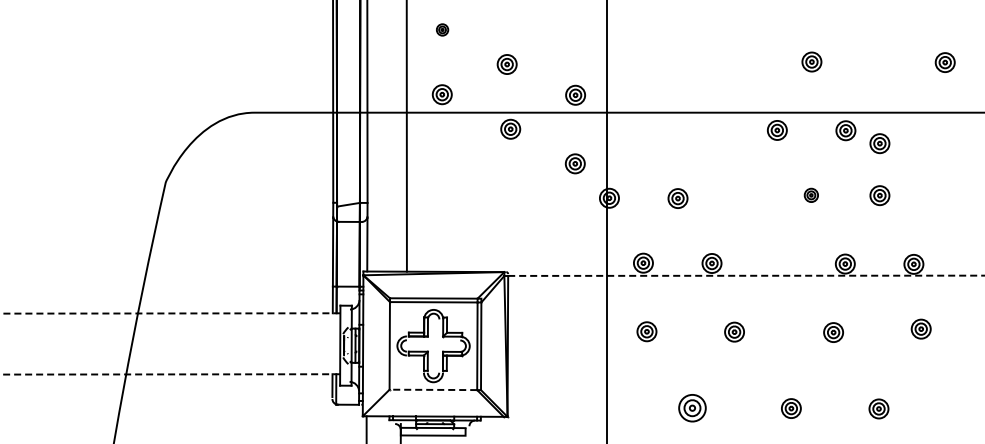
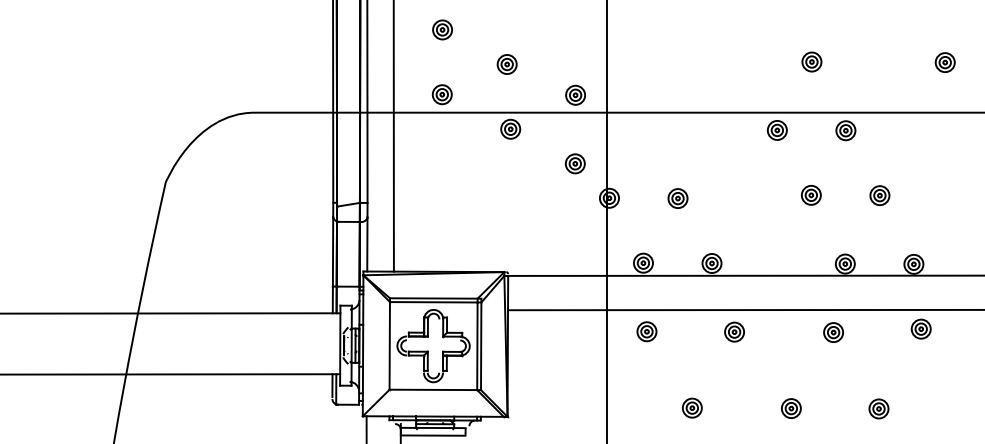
part at (442, 29) size: 14x14 px -> 21x22 px
line at (406, 136) position: (406, 136) -> (393, 136)
part at (879, 143): present -> none
part at (810, 194) size: 16x16 px -> 21x21 px
line at (747, 275): dashed -> solid
line at (744, 309): none -> present
line at (170, 313): dashed -> solid
line at (170, 374): dashed -> solid
line at (433, 389): dashed -> solid
part at (692, 408) size: 29x29 px -> 22x22 px
